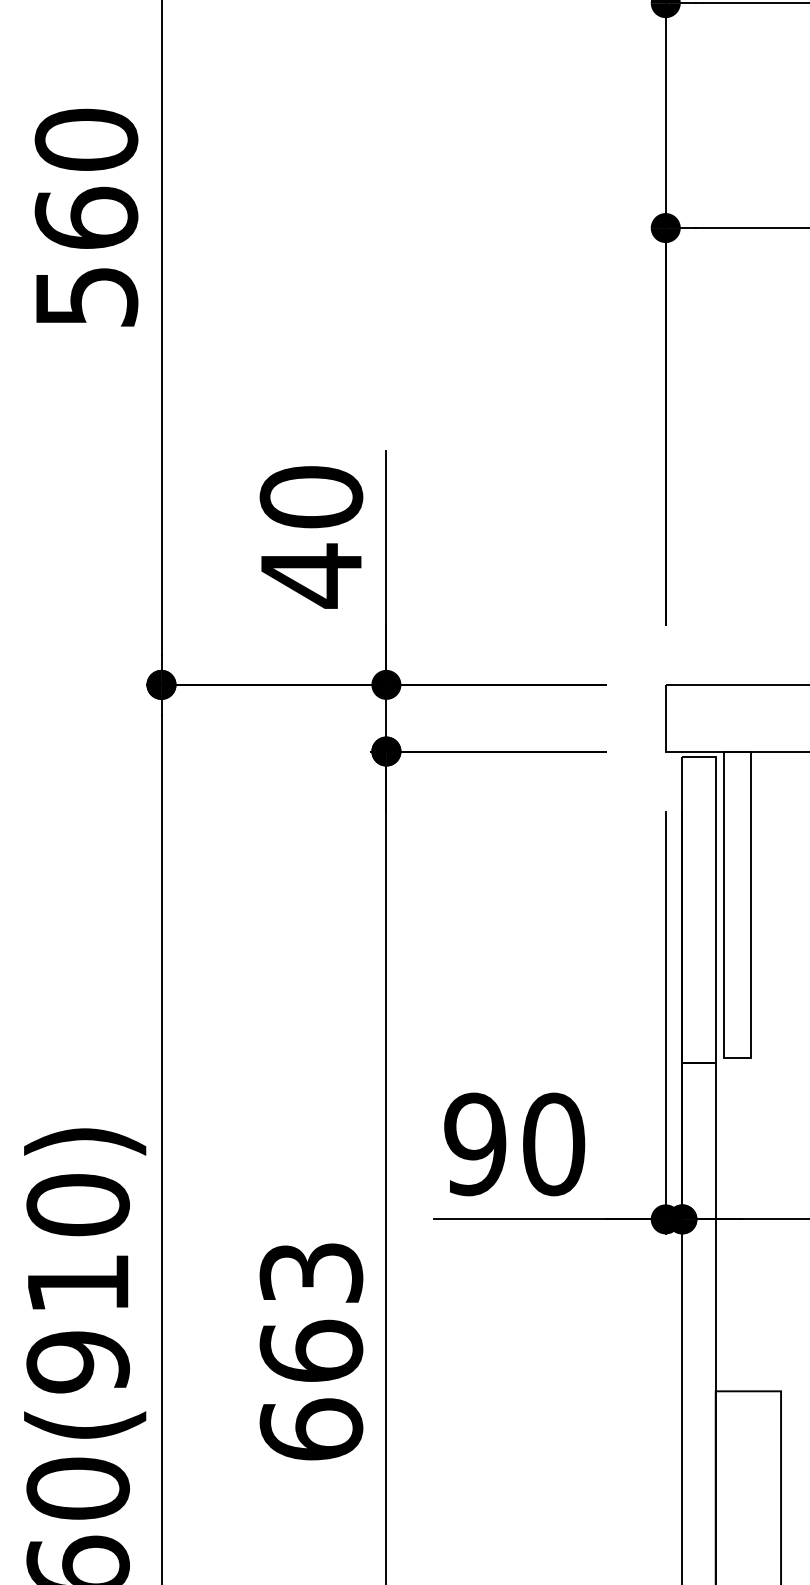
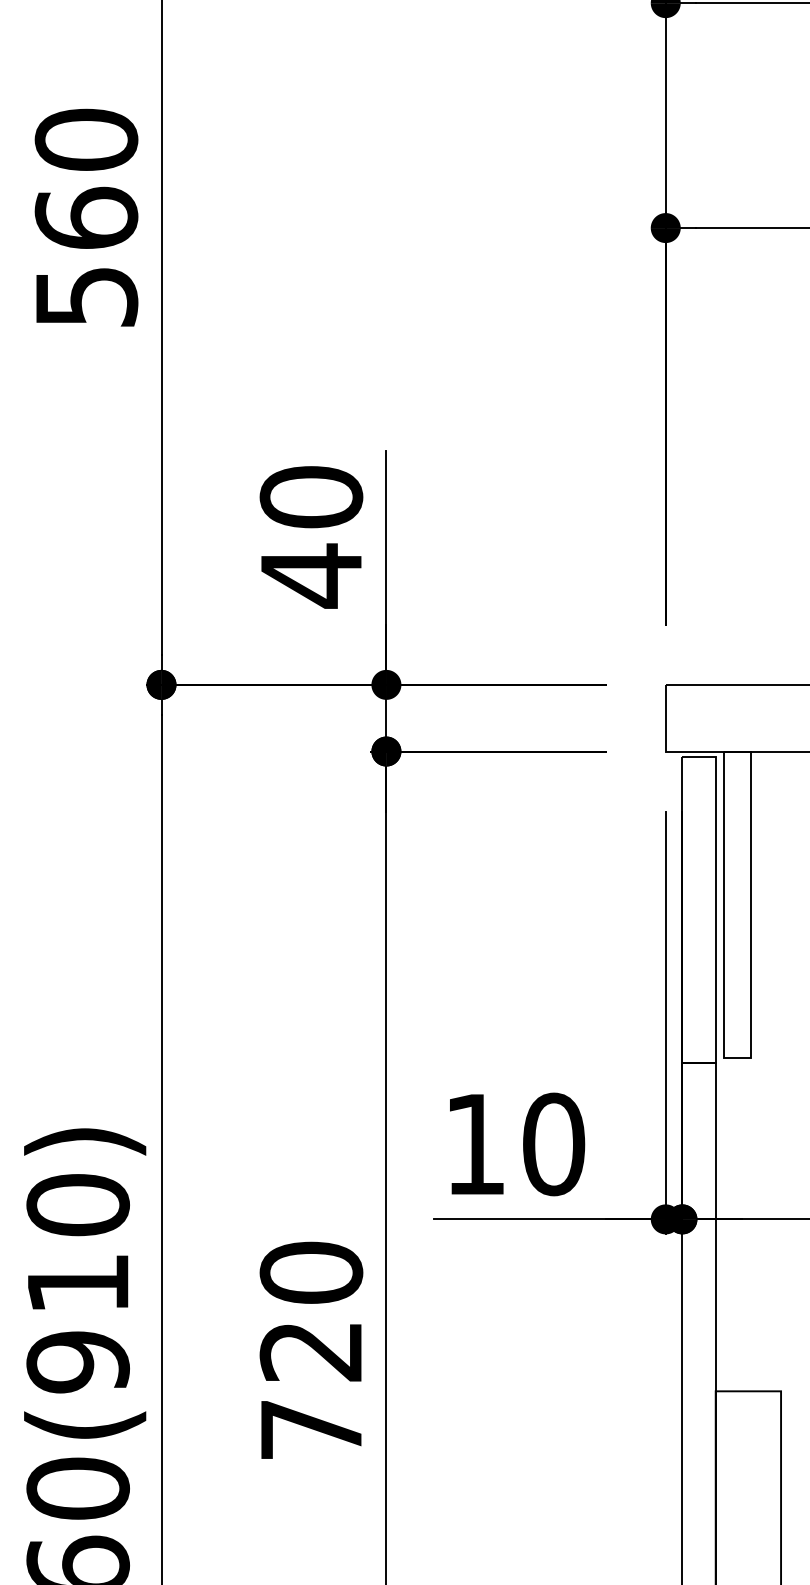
text at (475, 1144): 90 -> 10
text at (311, 1350): 663 -> 720
